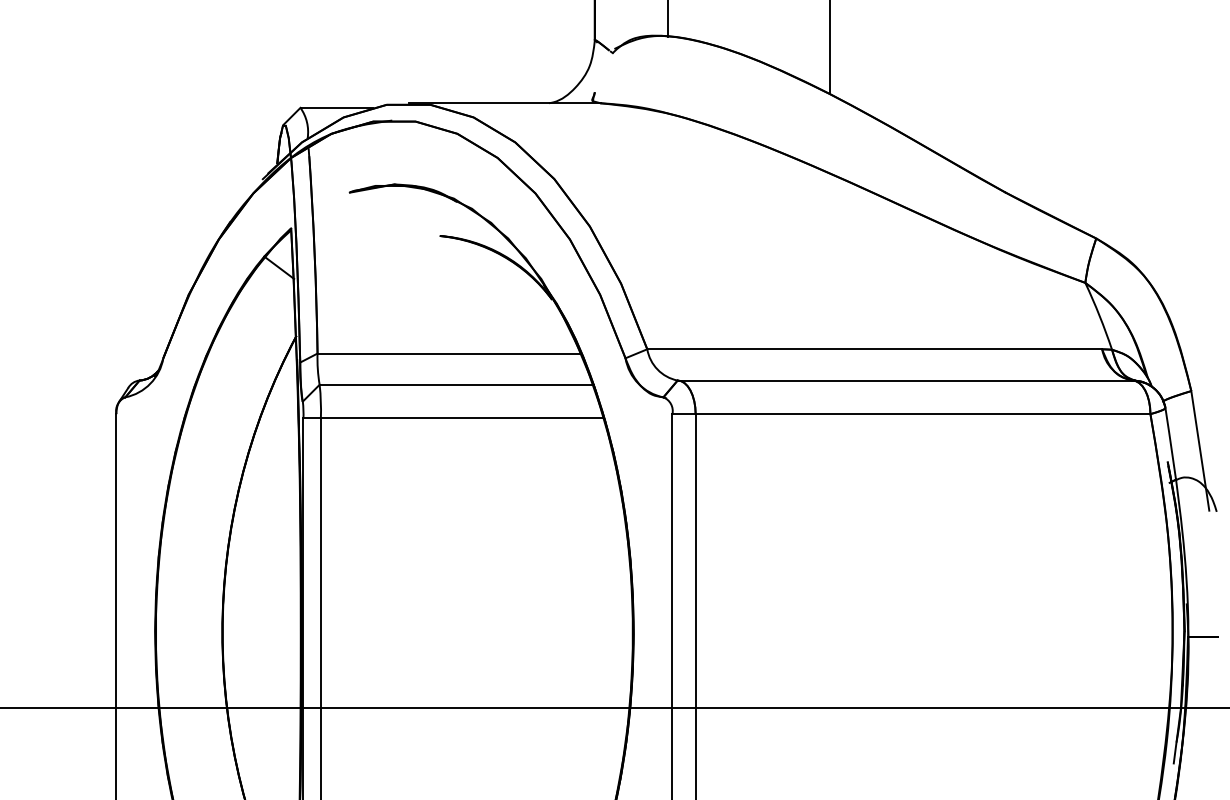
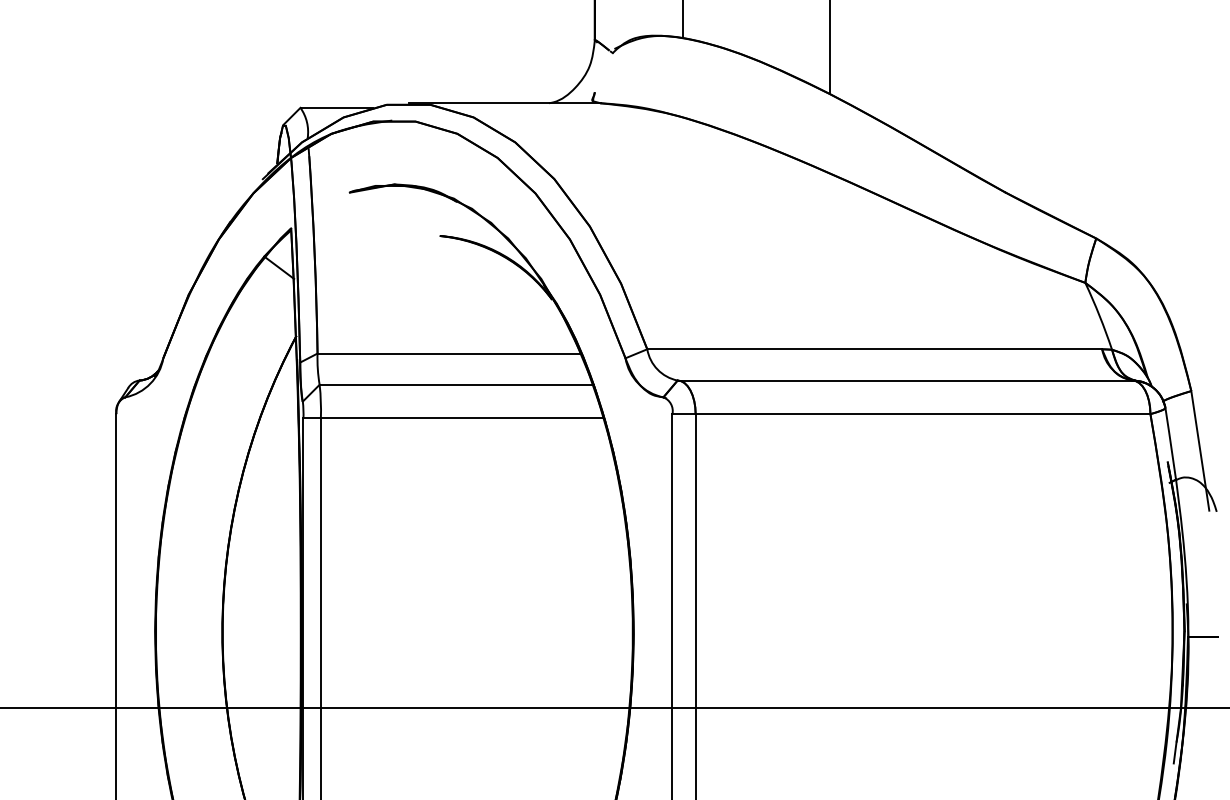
line at (668, 19) position: (668, 19) -> (683, 19)
